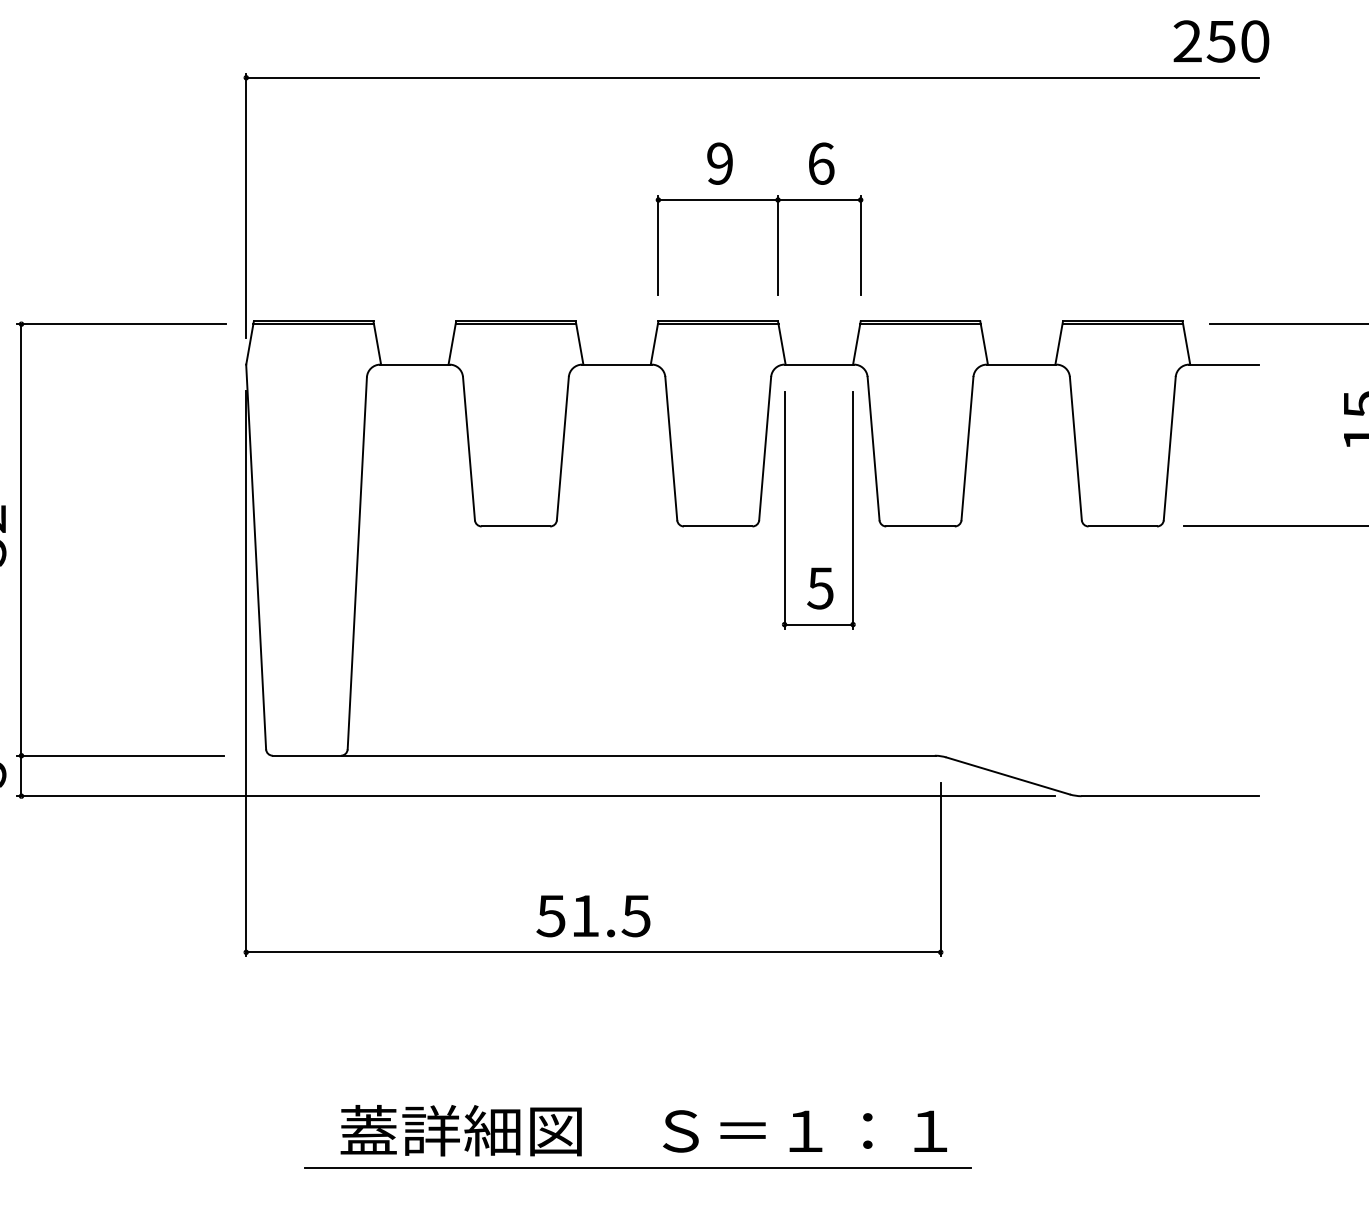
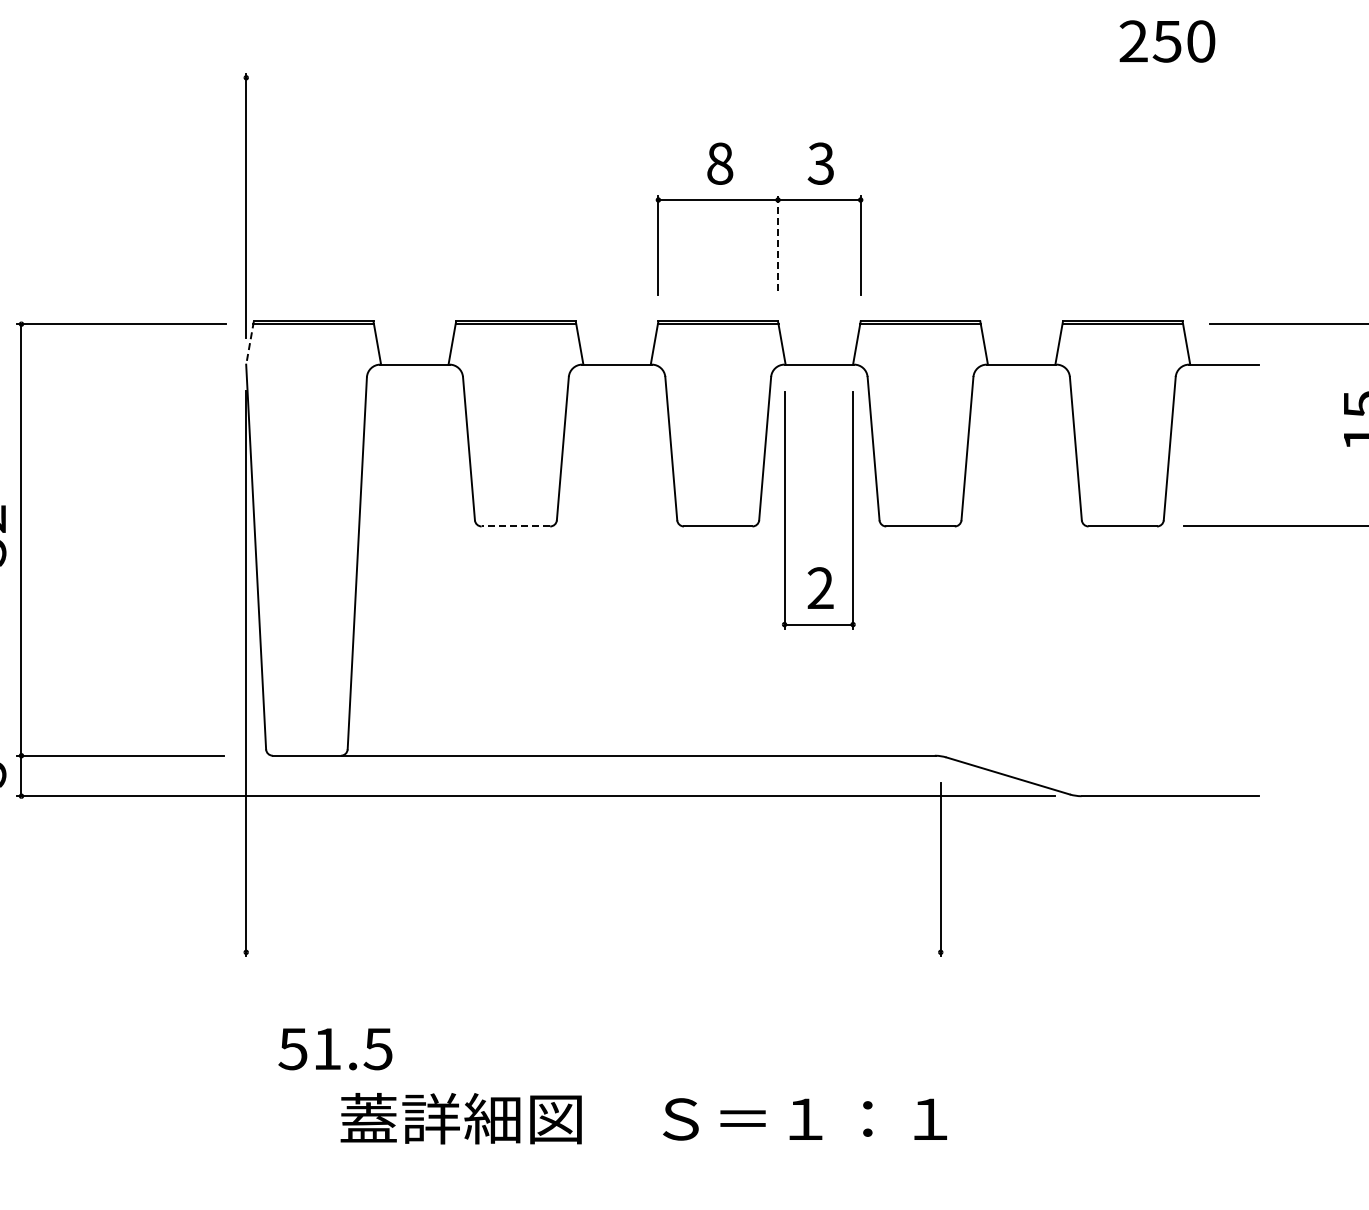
text at (1221, 41) position: (1221, 41) -> (1167, 41)
line at (752, 77): present -> none
text at (720, 163): 9 -> 8
text at (820, 163): 6 -> 3
line at (778, 245): solid -> dashed
line at (250, 343): solid -> dashed
line at (515, 526): solid -> dashed
text at (820, 588): 5 -> 2
text at (593, 916) position: (593, 916) -> (335, 1049)
line at (593, 952): present -> none
text at (643, 1130) position: (643, 1130) -> (643, 1118)
line at (637, 1167): present -> none
